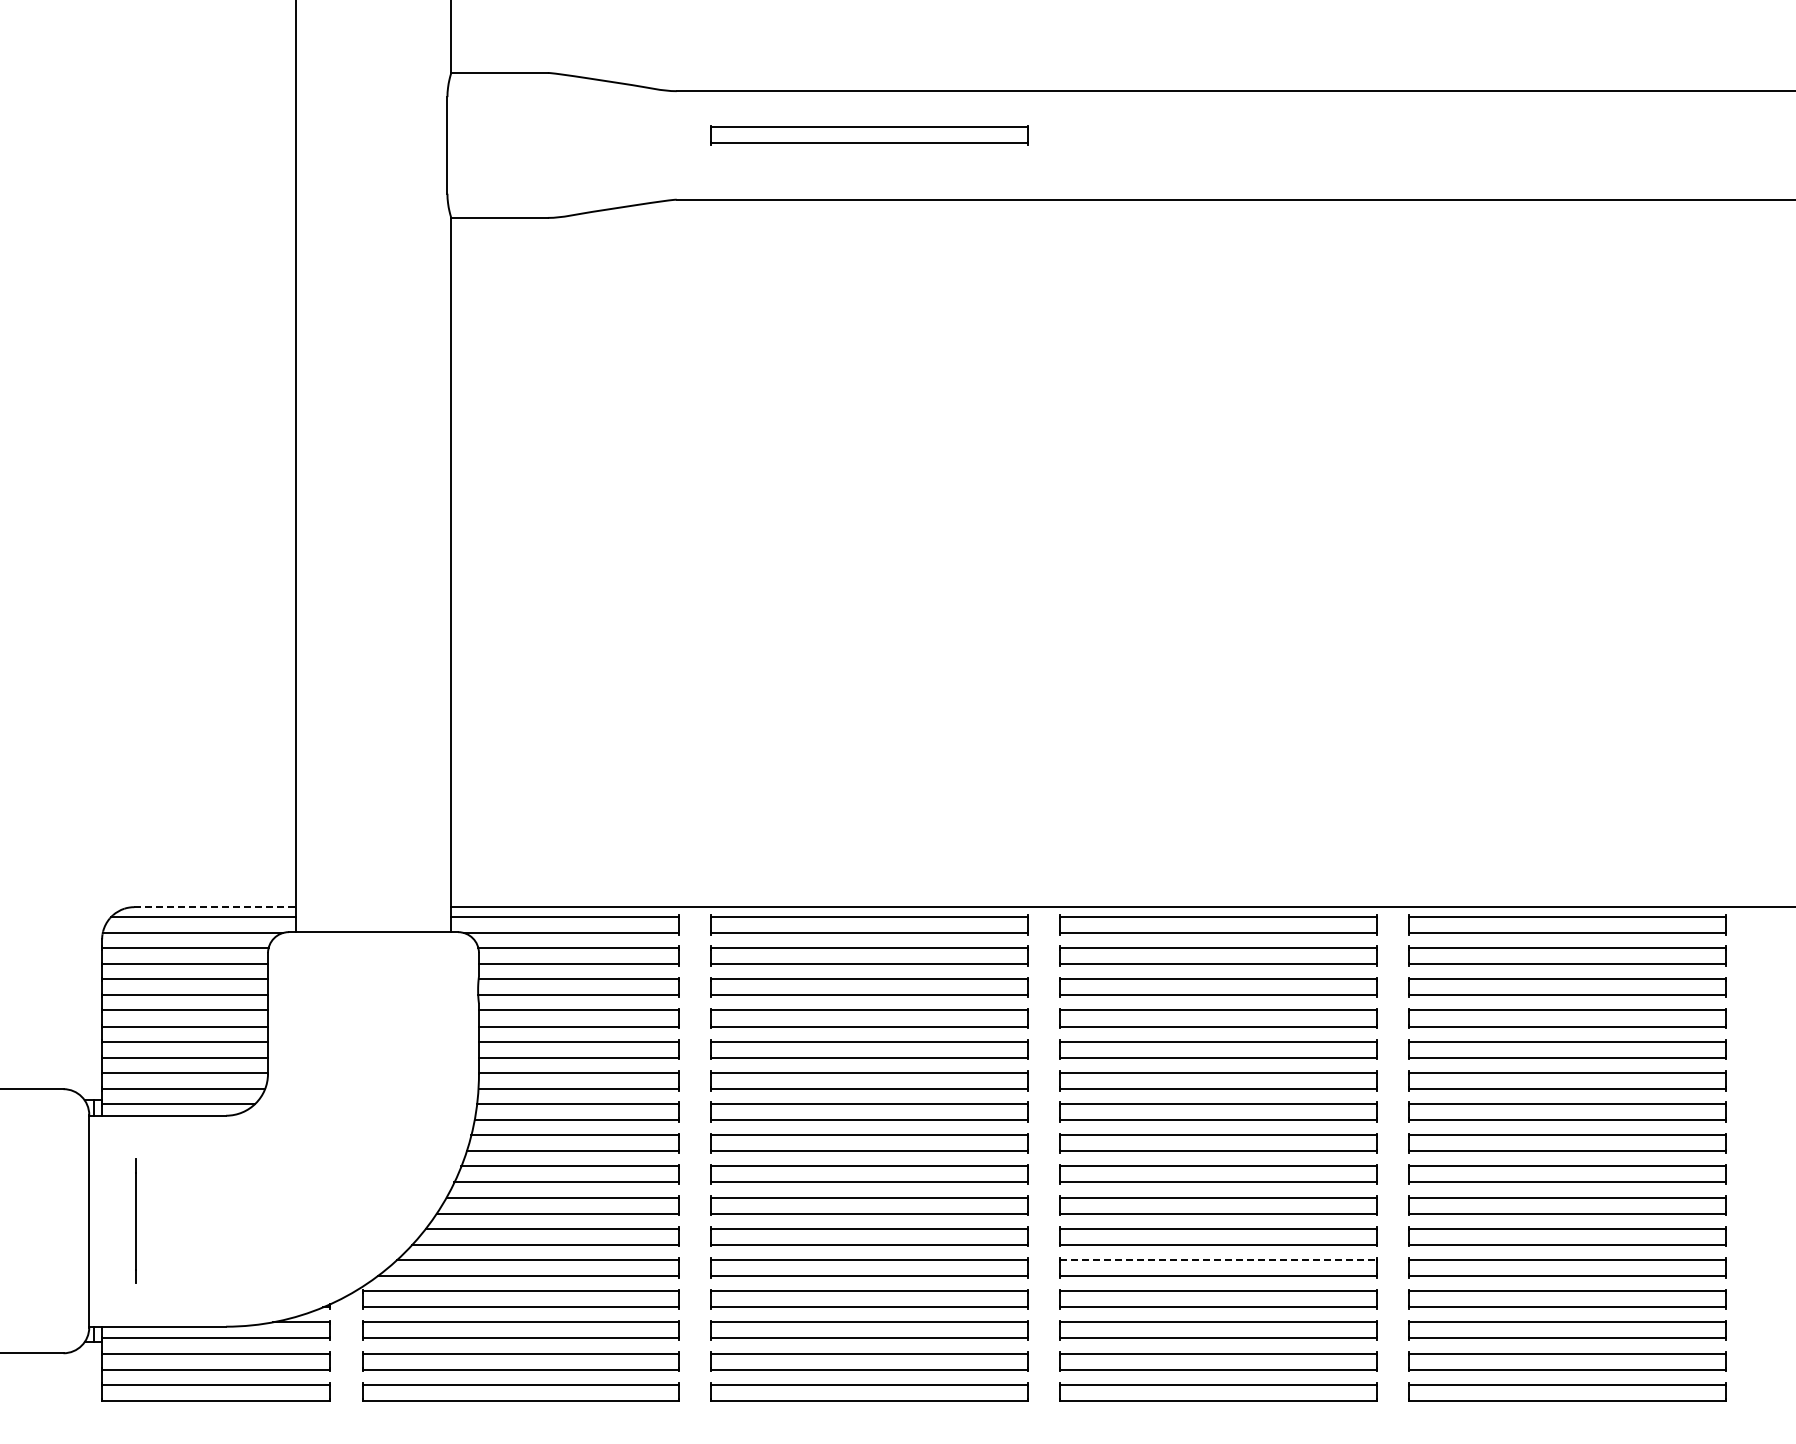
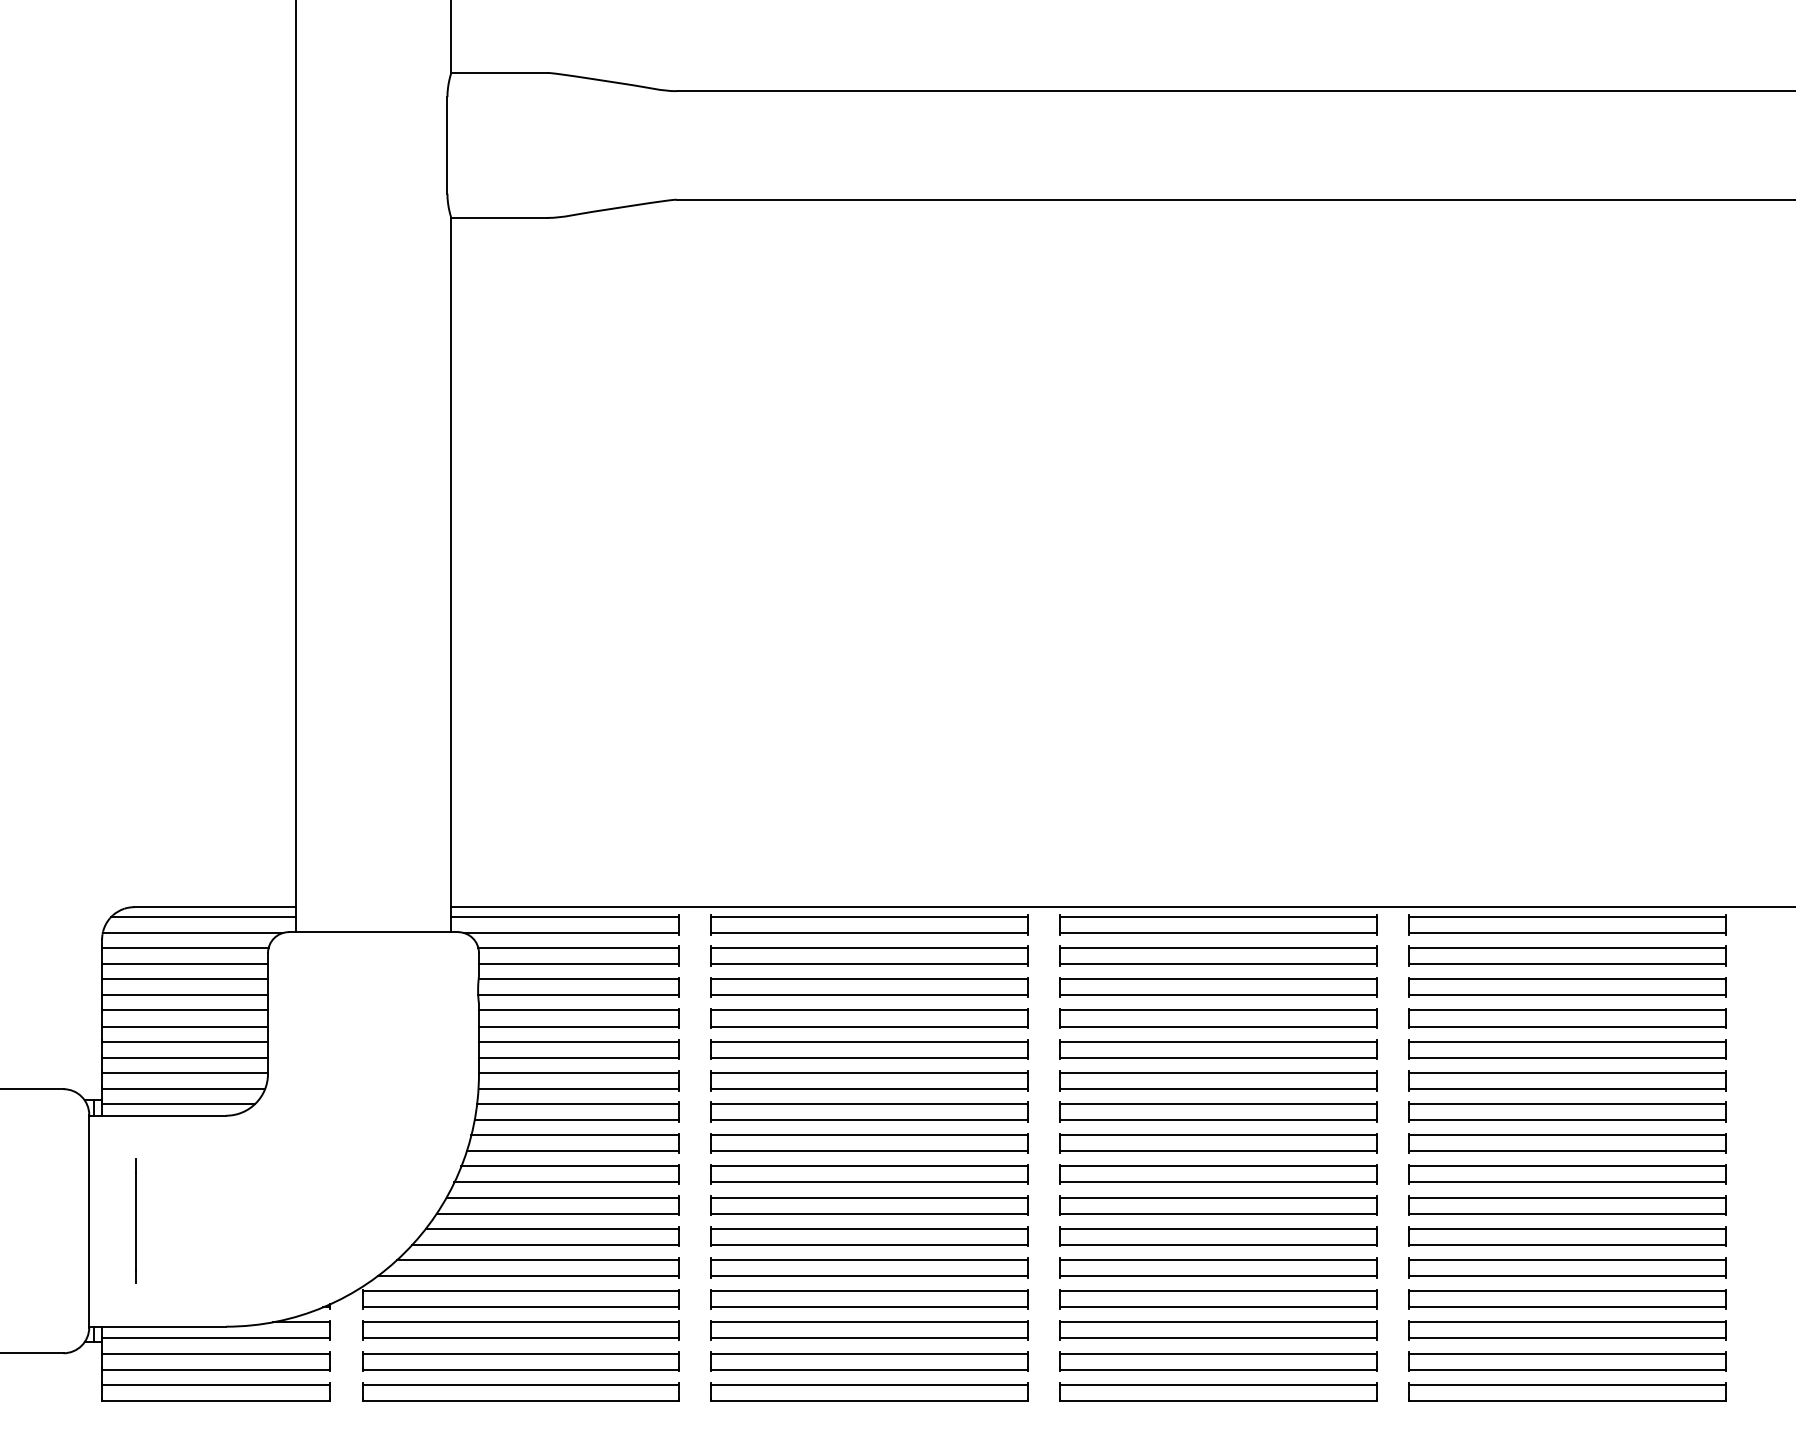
part at (869, 135): present -> none
line at (215, 907): dashed -> solid
line at (1219, 1259): dashed -> solid
